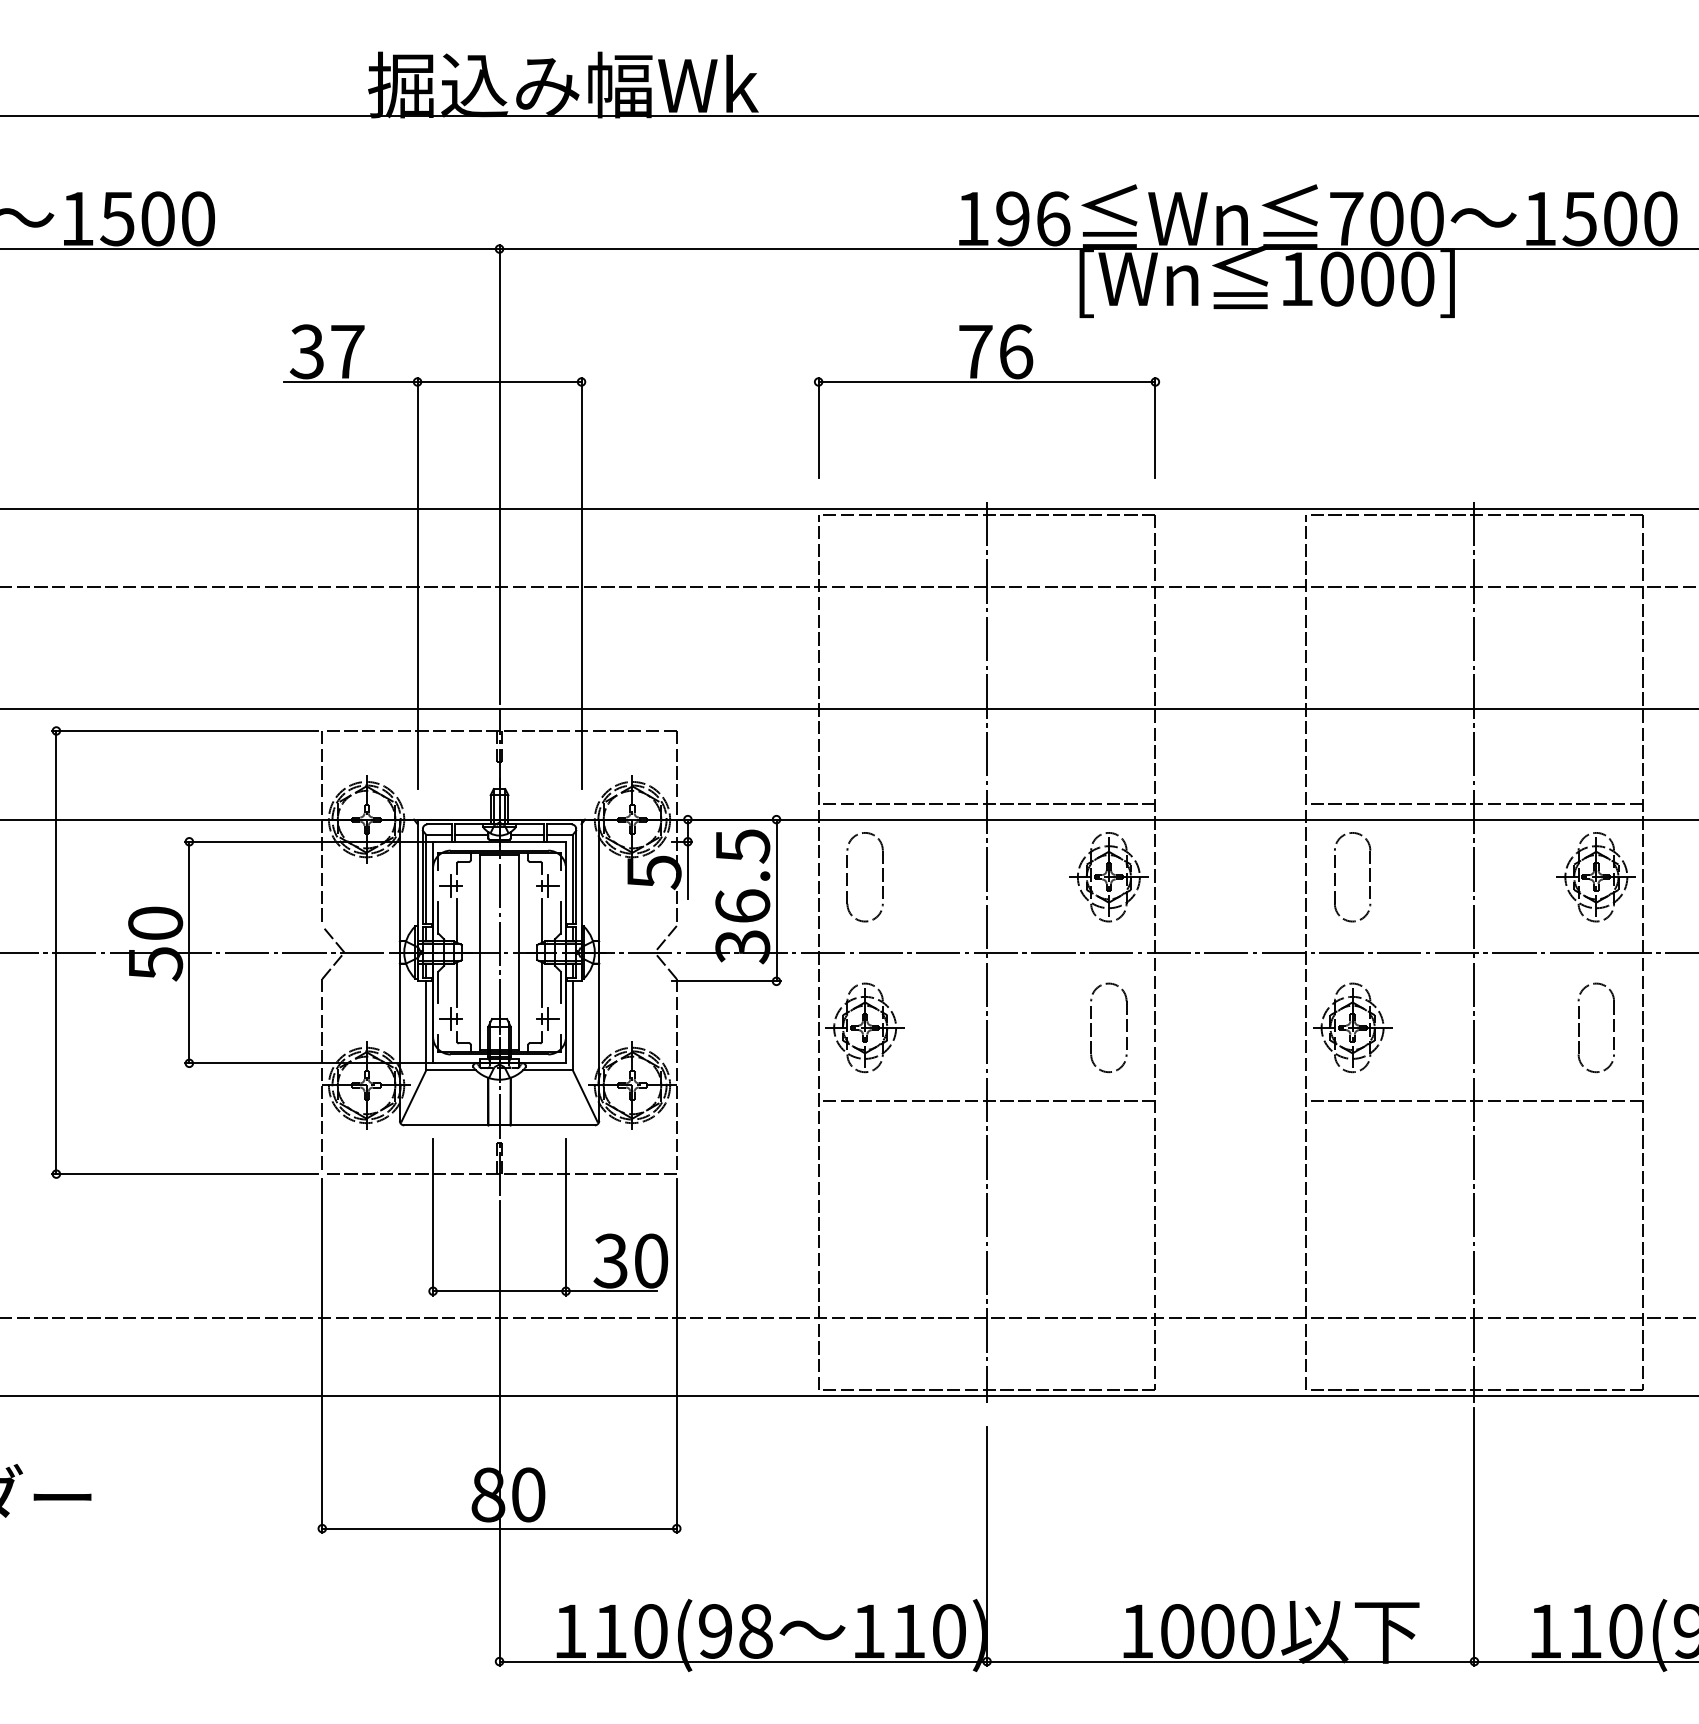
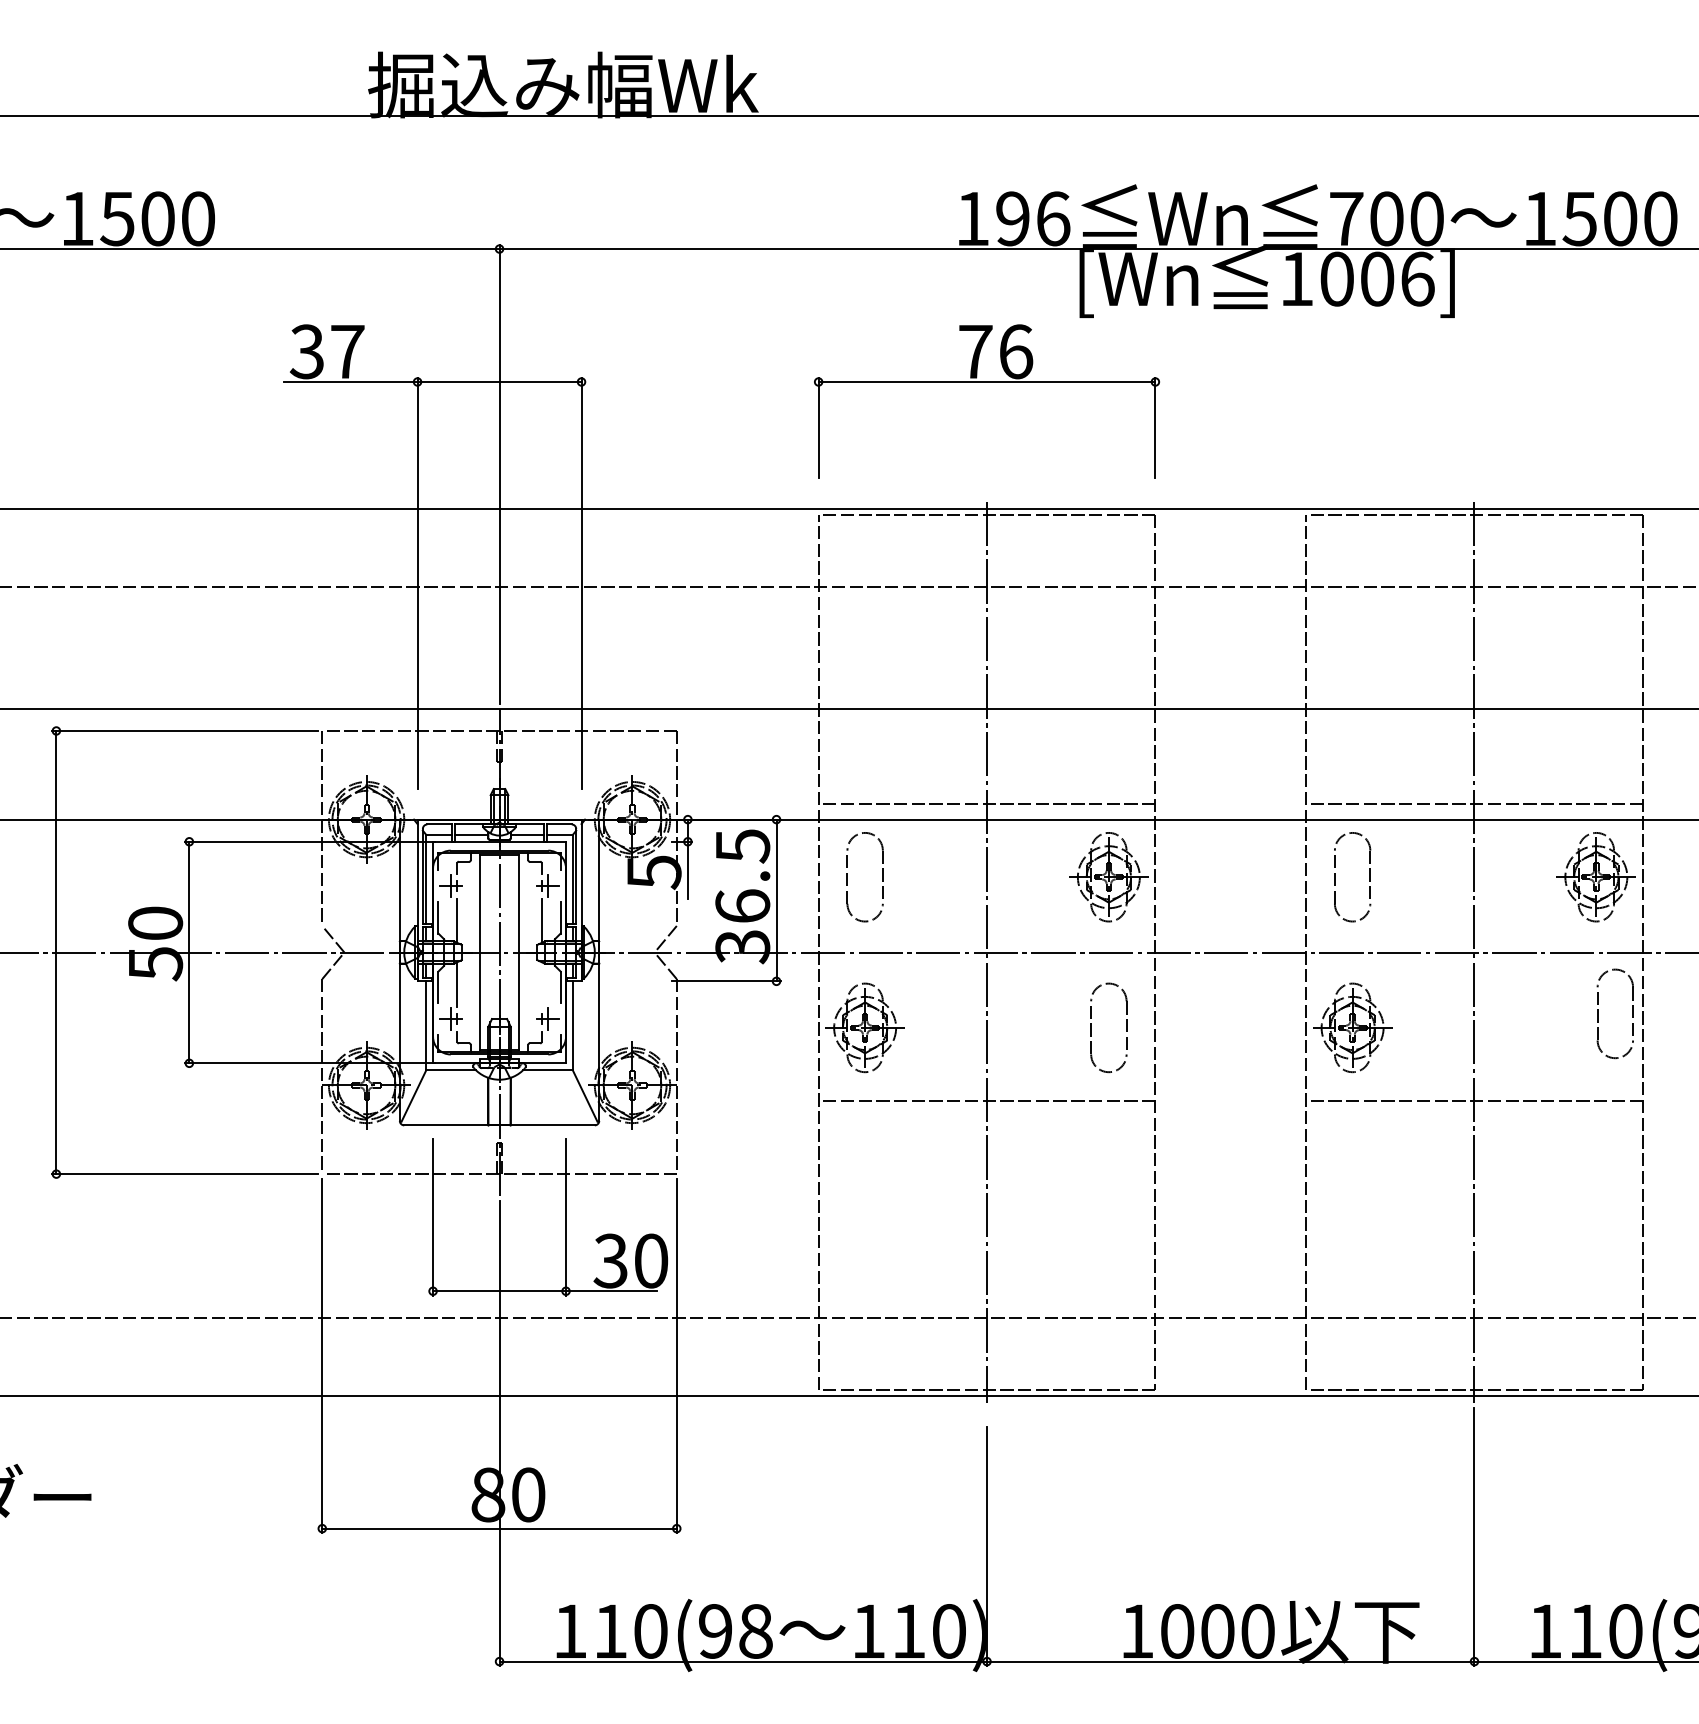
text at (1417, 278): 1000] -> 1006]
line at (541, 984): present -> none
part at (1579, 1027) position: (1579, 1027) -> (1598, 1013)
